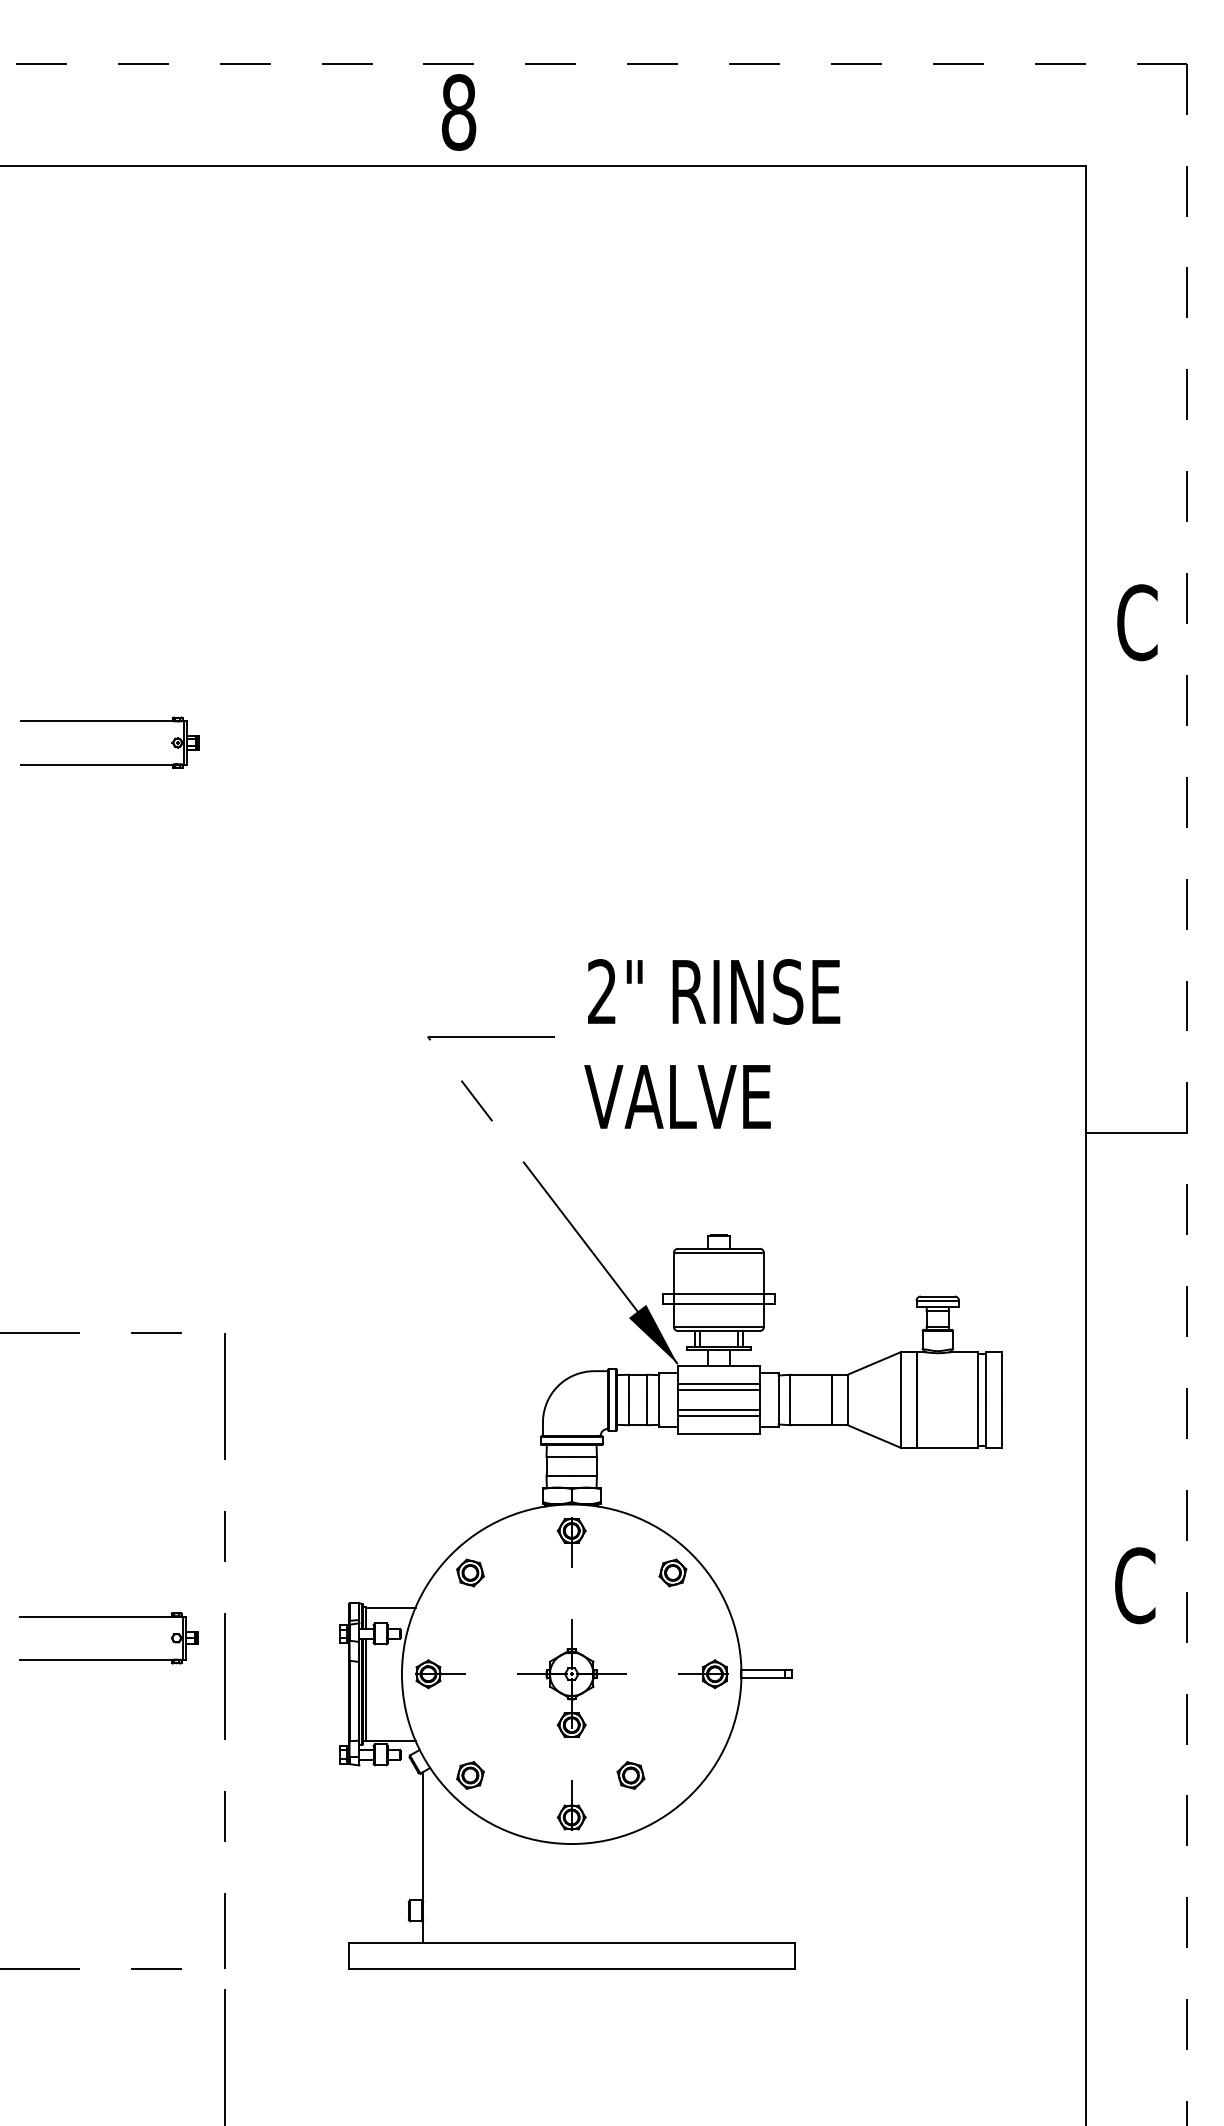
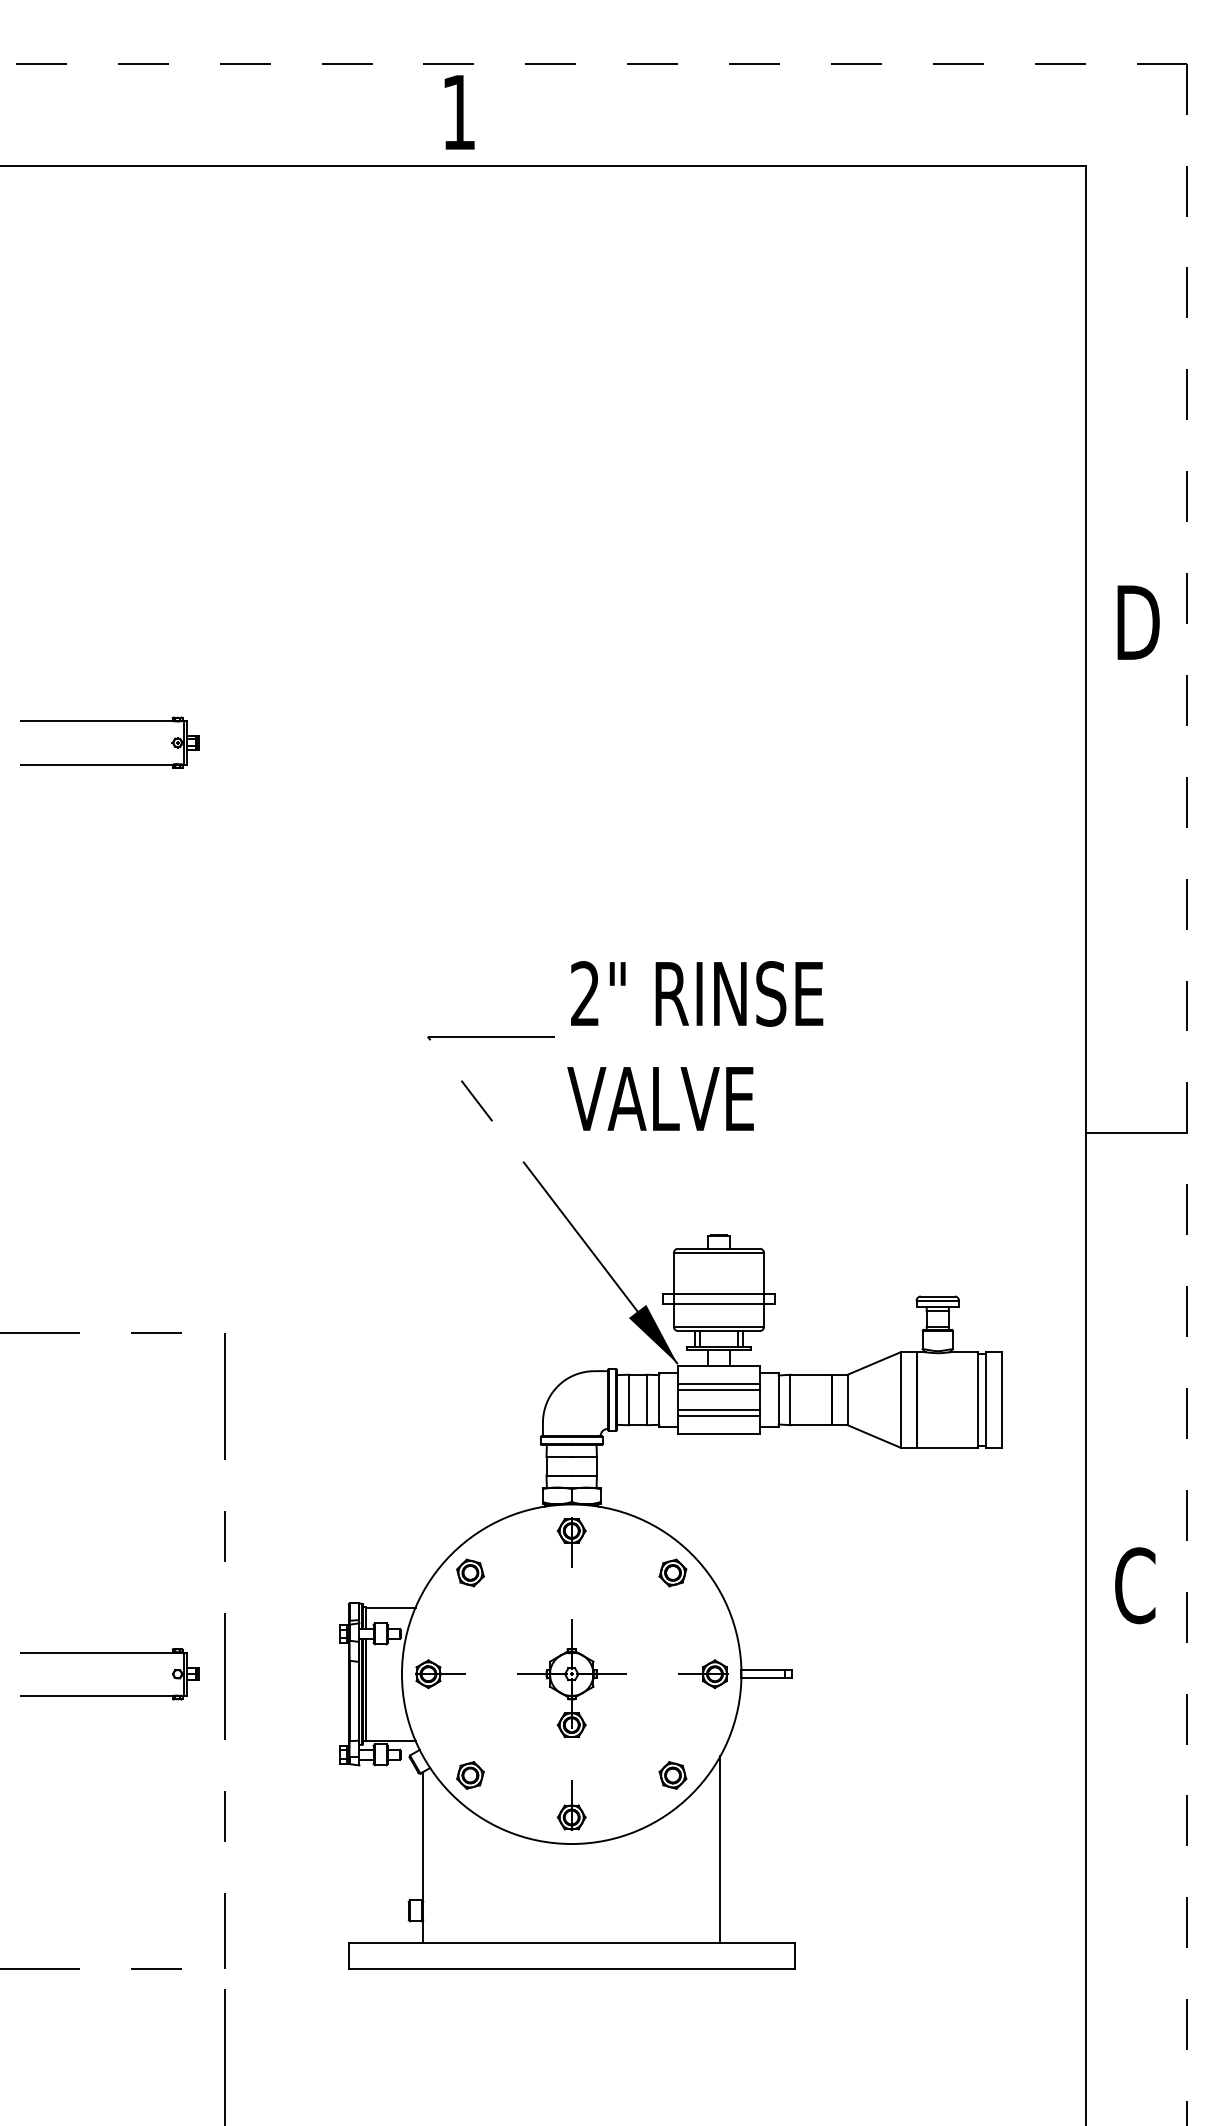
text at (458, 112): 8 -> 1
text at (1138, 622): C -> D
text at (712, 1043) position: (712, 1043) -> (695, 1045)
part at (108, 1617) position: (108, 1617) -> (109, 1653)
part at (630, 1775) position: (630, 1775) -> (672, 1775)
line at (720, 1849): none -> present
